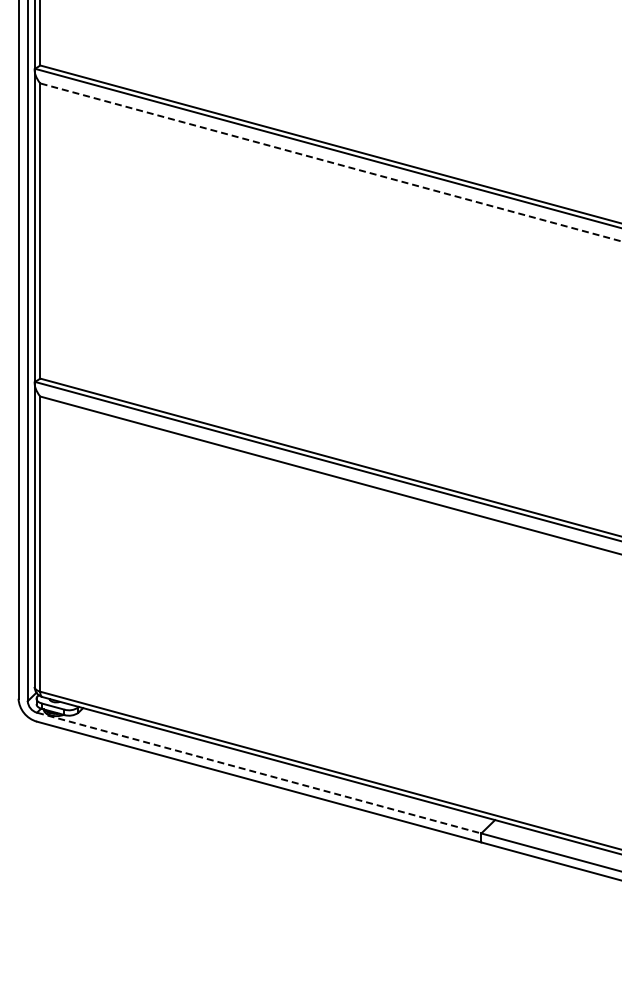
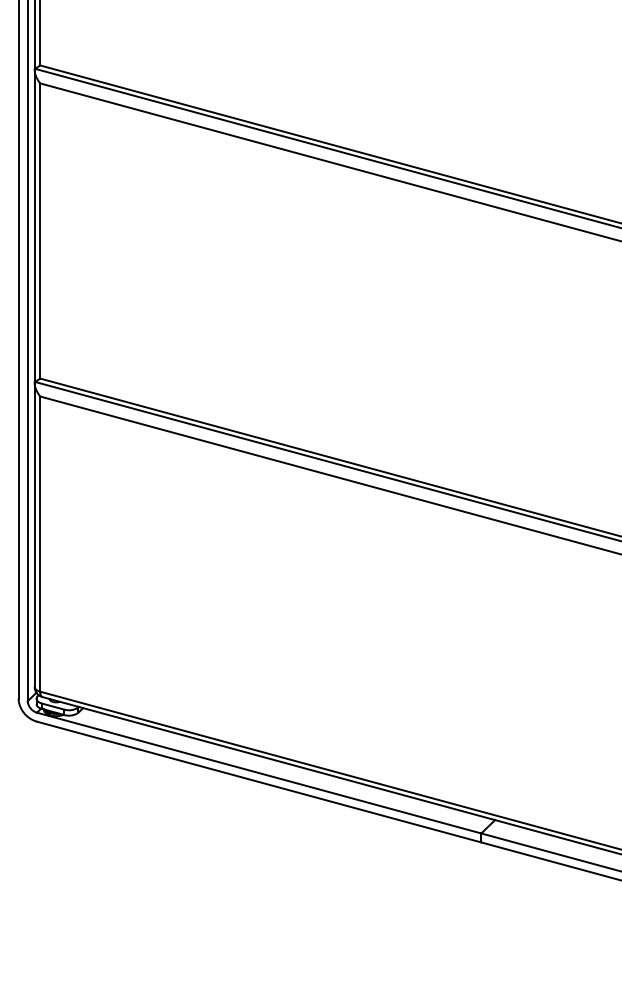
line at (330, 162): dashed -> solid
line at (259, 773): dashed -> solid
